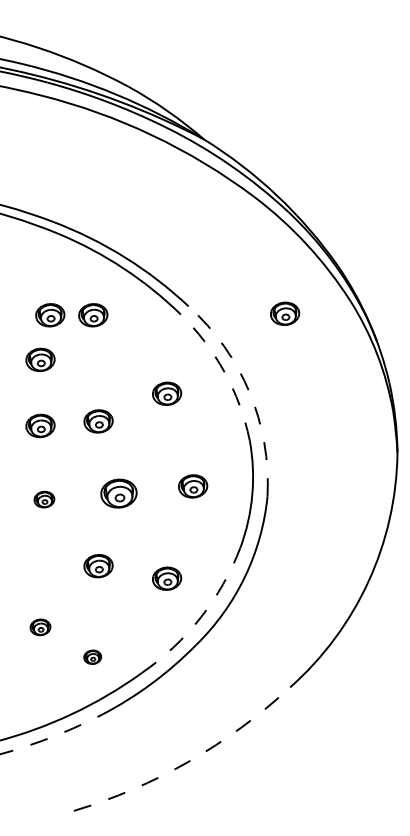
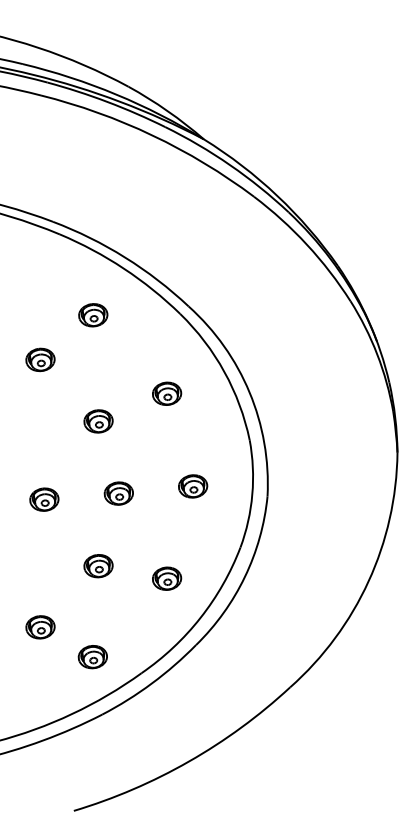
part at (285, 313): present -> none
part at (50, 315): present -> none
arc at (224, 371): dashed -> solid
arc at (249, 392): dashed -> solid
part at (40, 425): present -> none
part at (118, 493) size: 38x31 px -> 31x25 px
part at (44, 499) size: 23x19 px -> 31x25 px
arc at (200, 617): dashed -> solid
part at (40, 627) size: 23x19 px -> 31x25 px
part at (92, 656) size: 20x16 px -> 31x25 px
arc at (52, 736): dashed -> solid
arc at (189, 761): dashed -> solid
